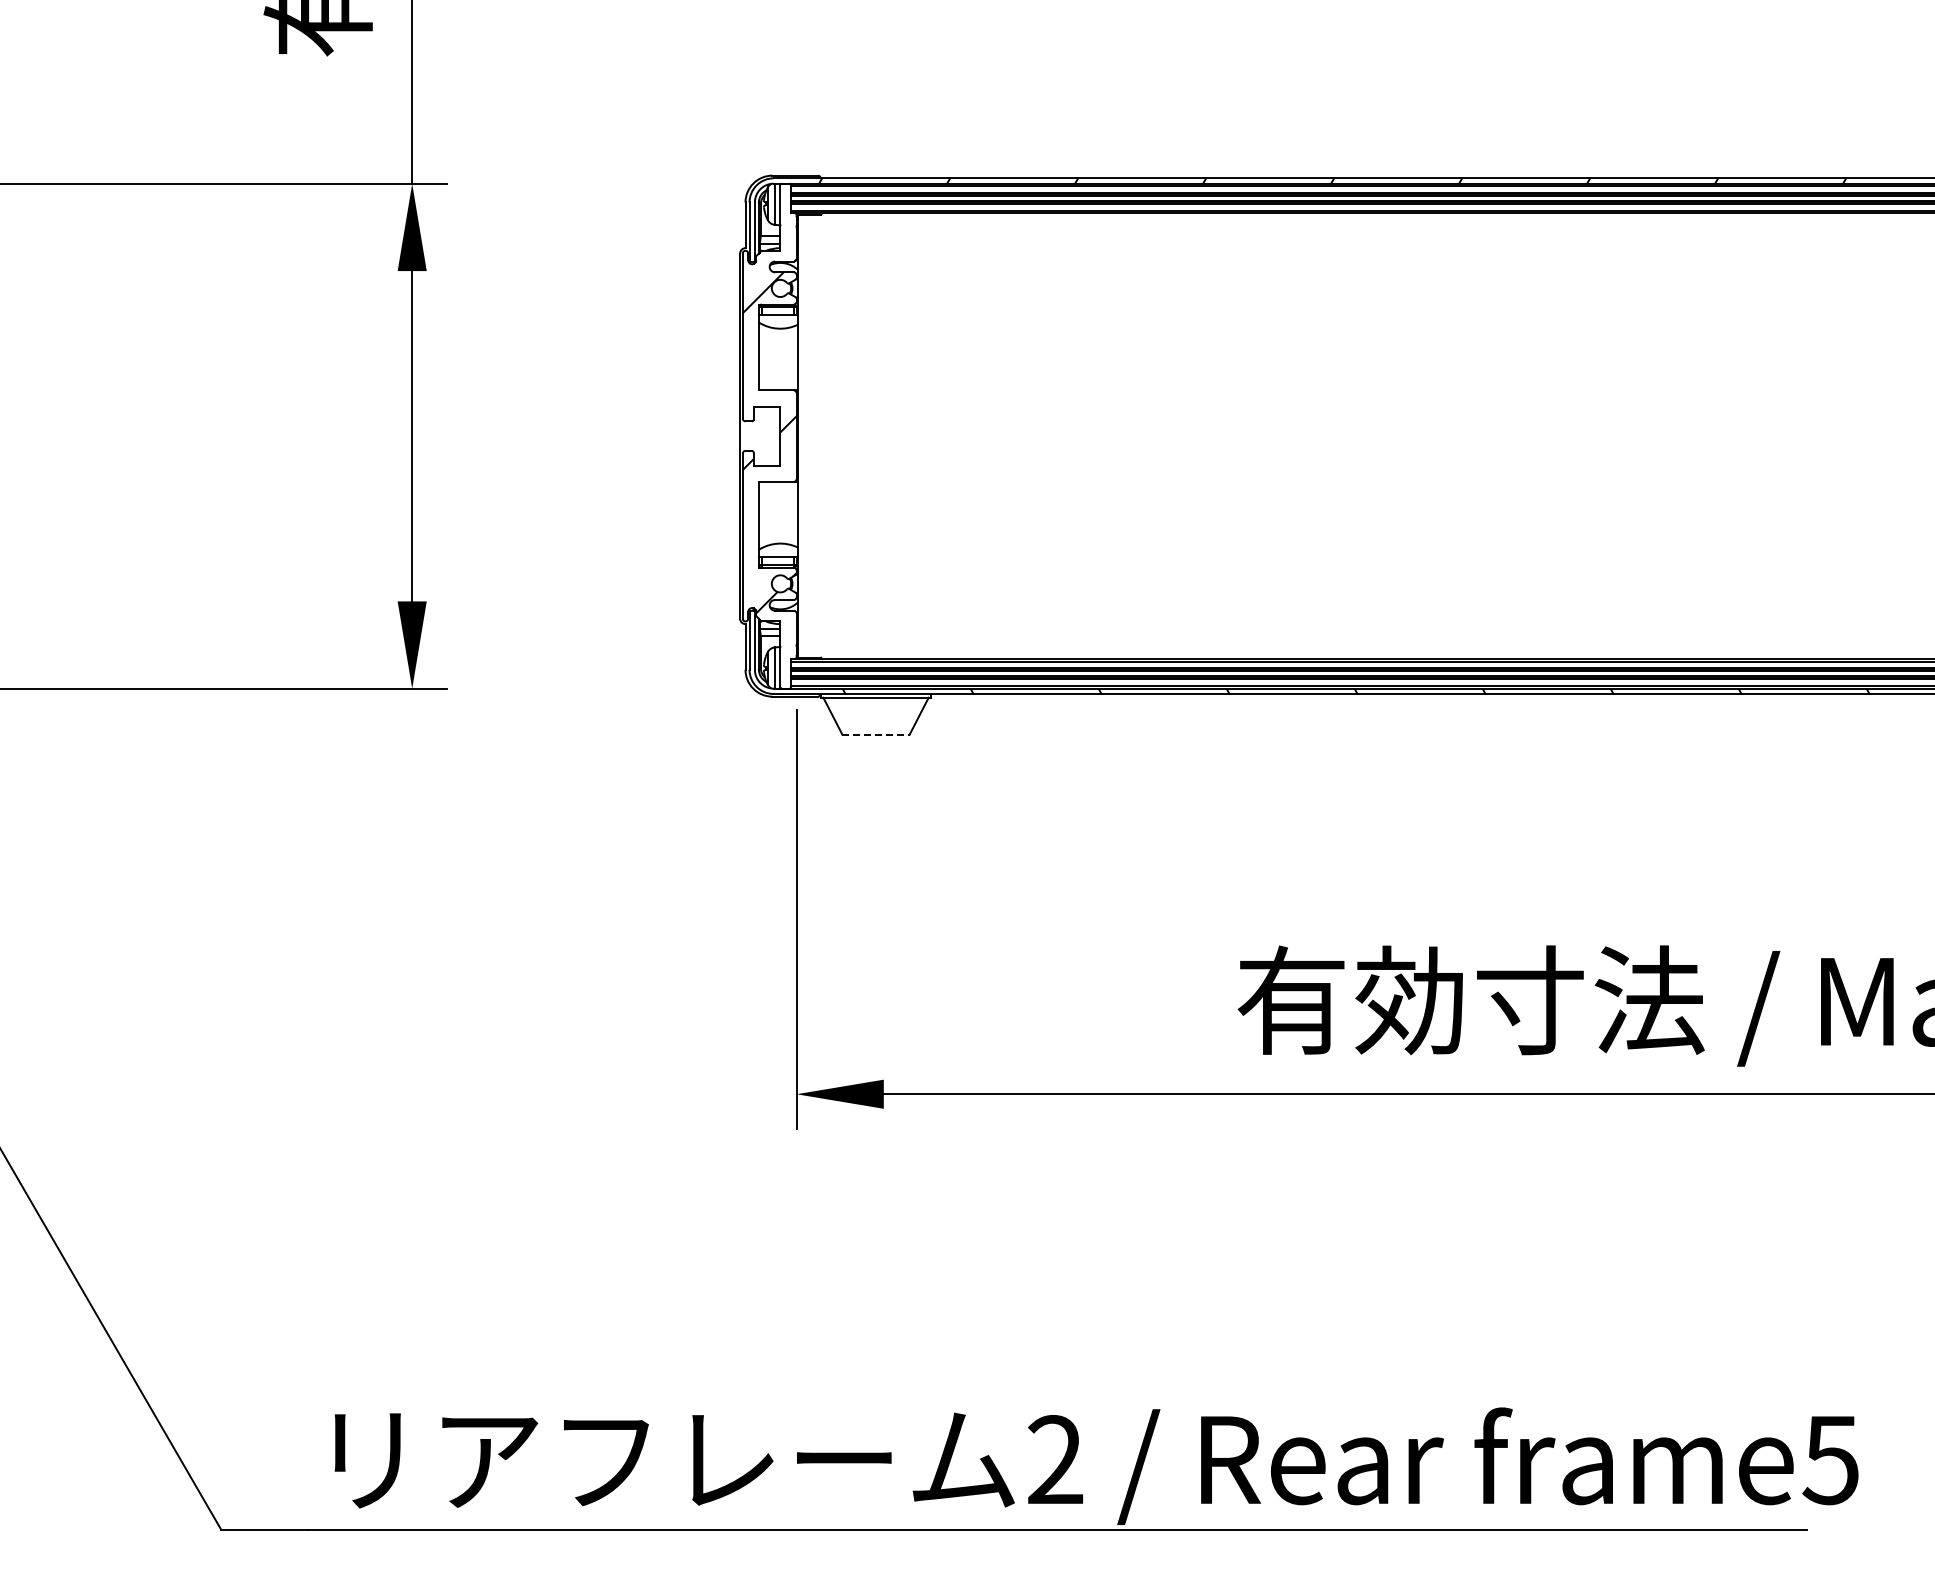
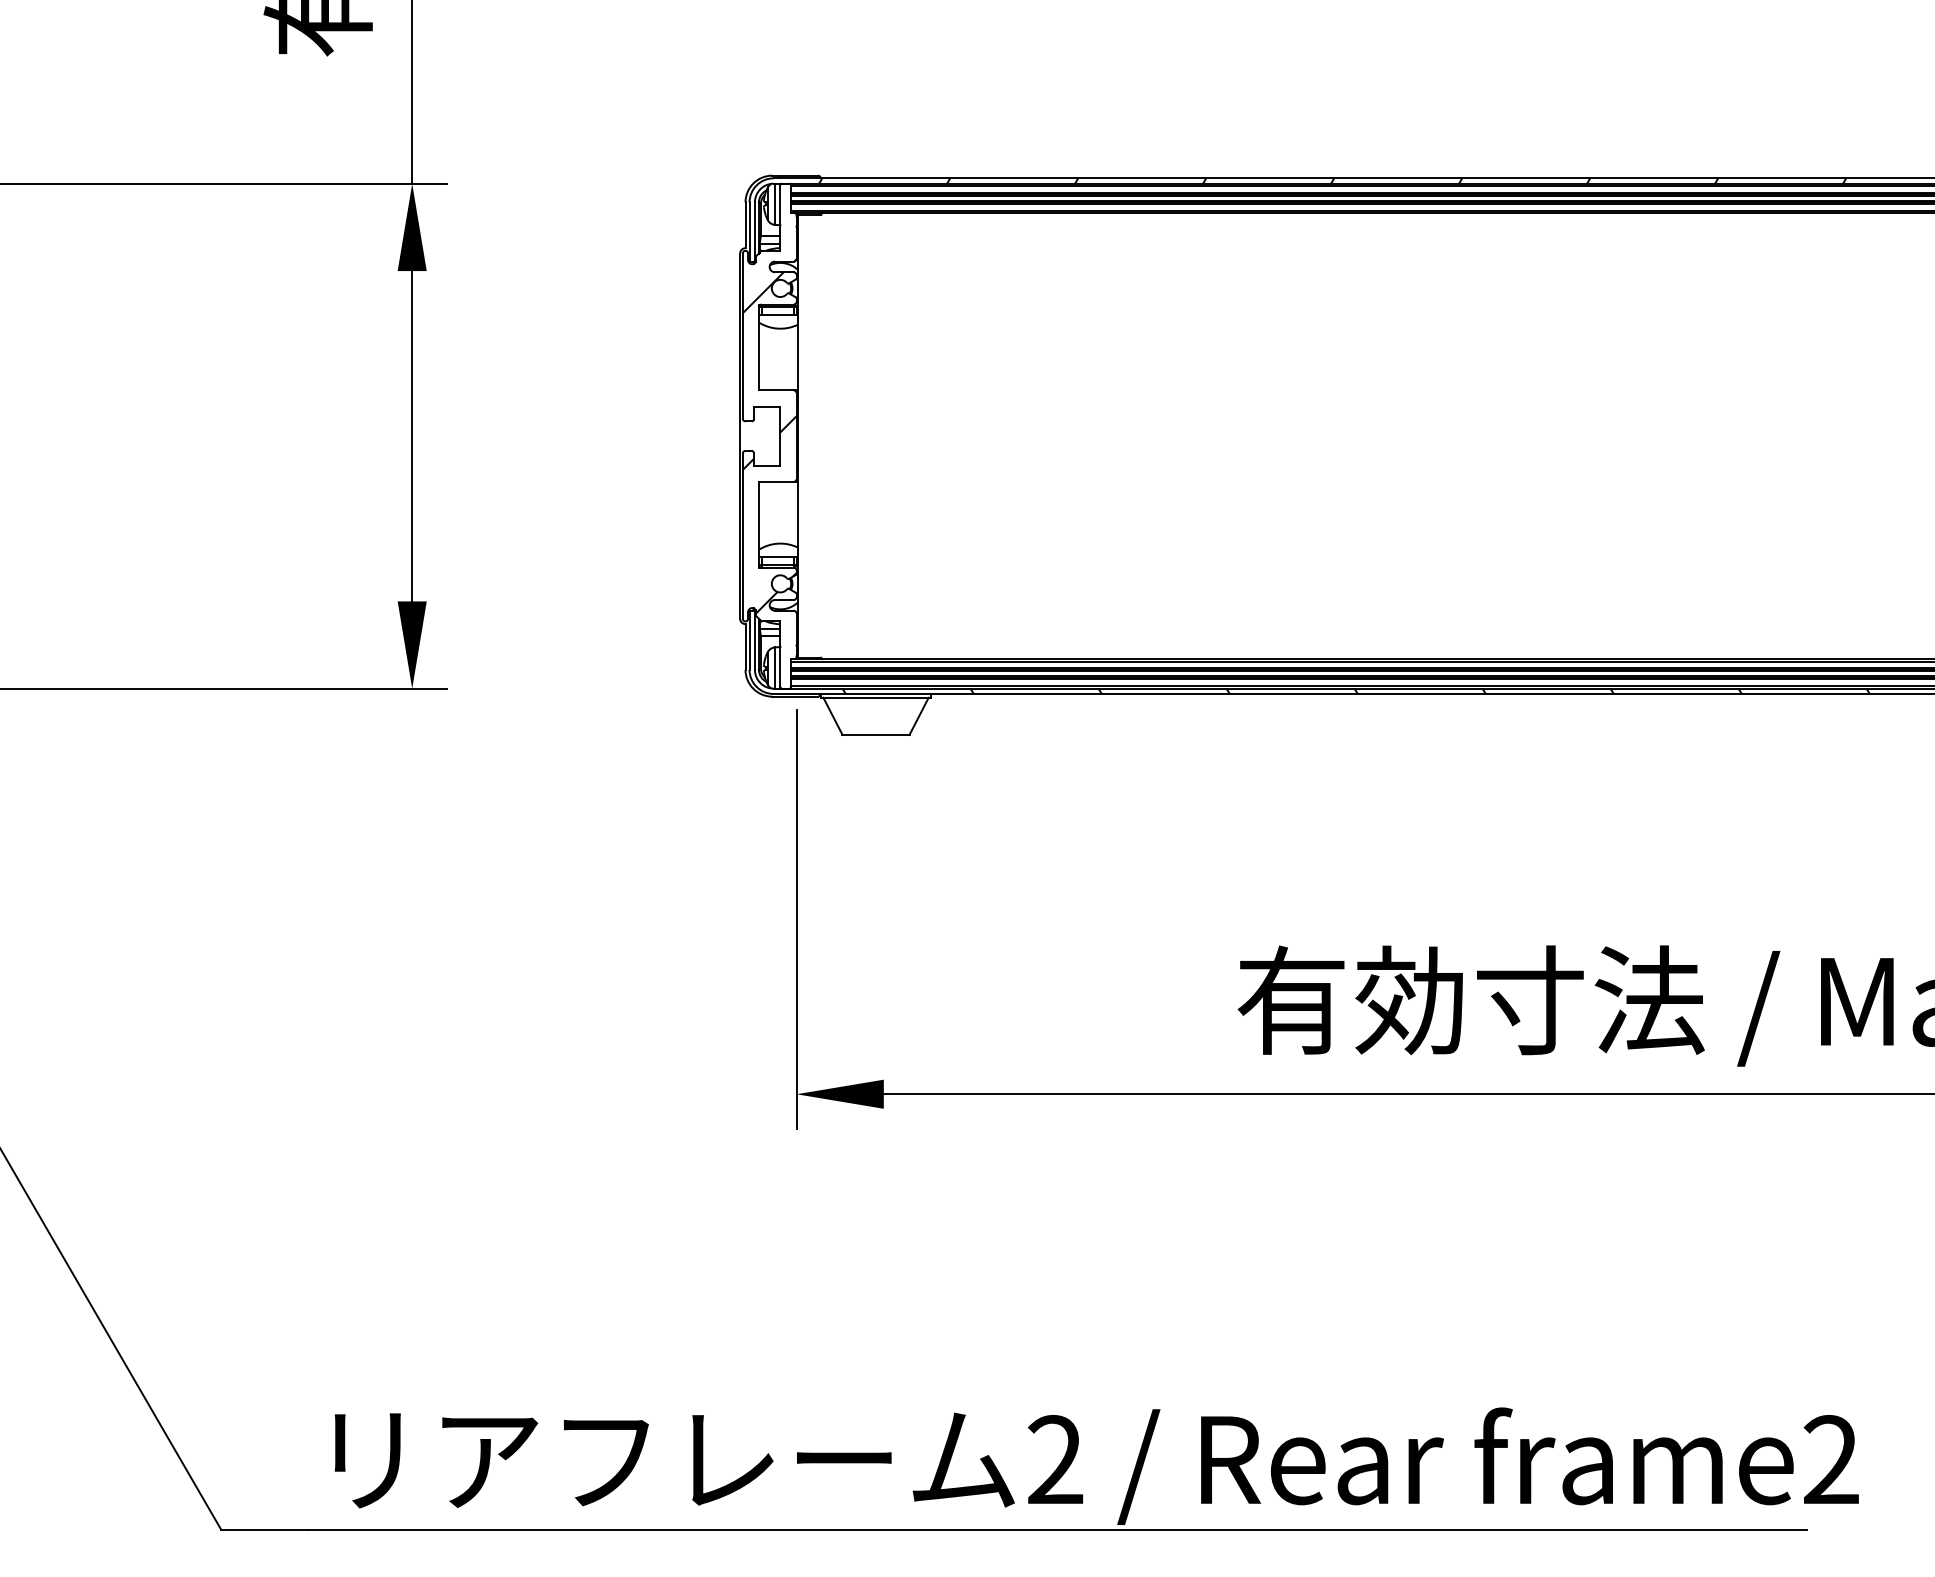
line at (876, 734): dashed -> solid
text at (1830, 1460): frame5 -> frame2
